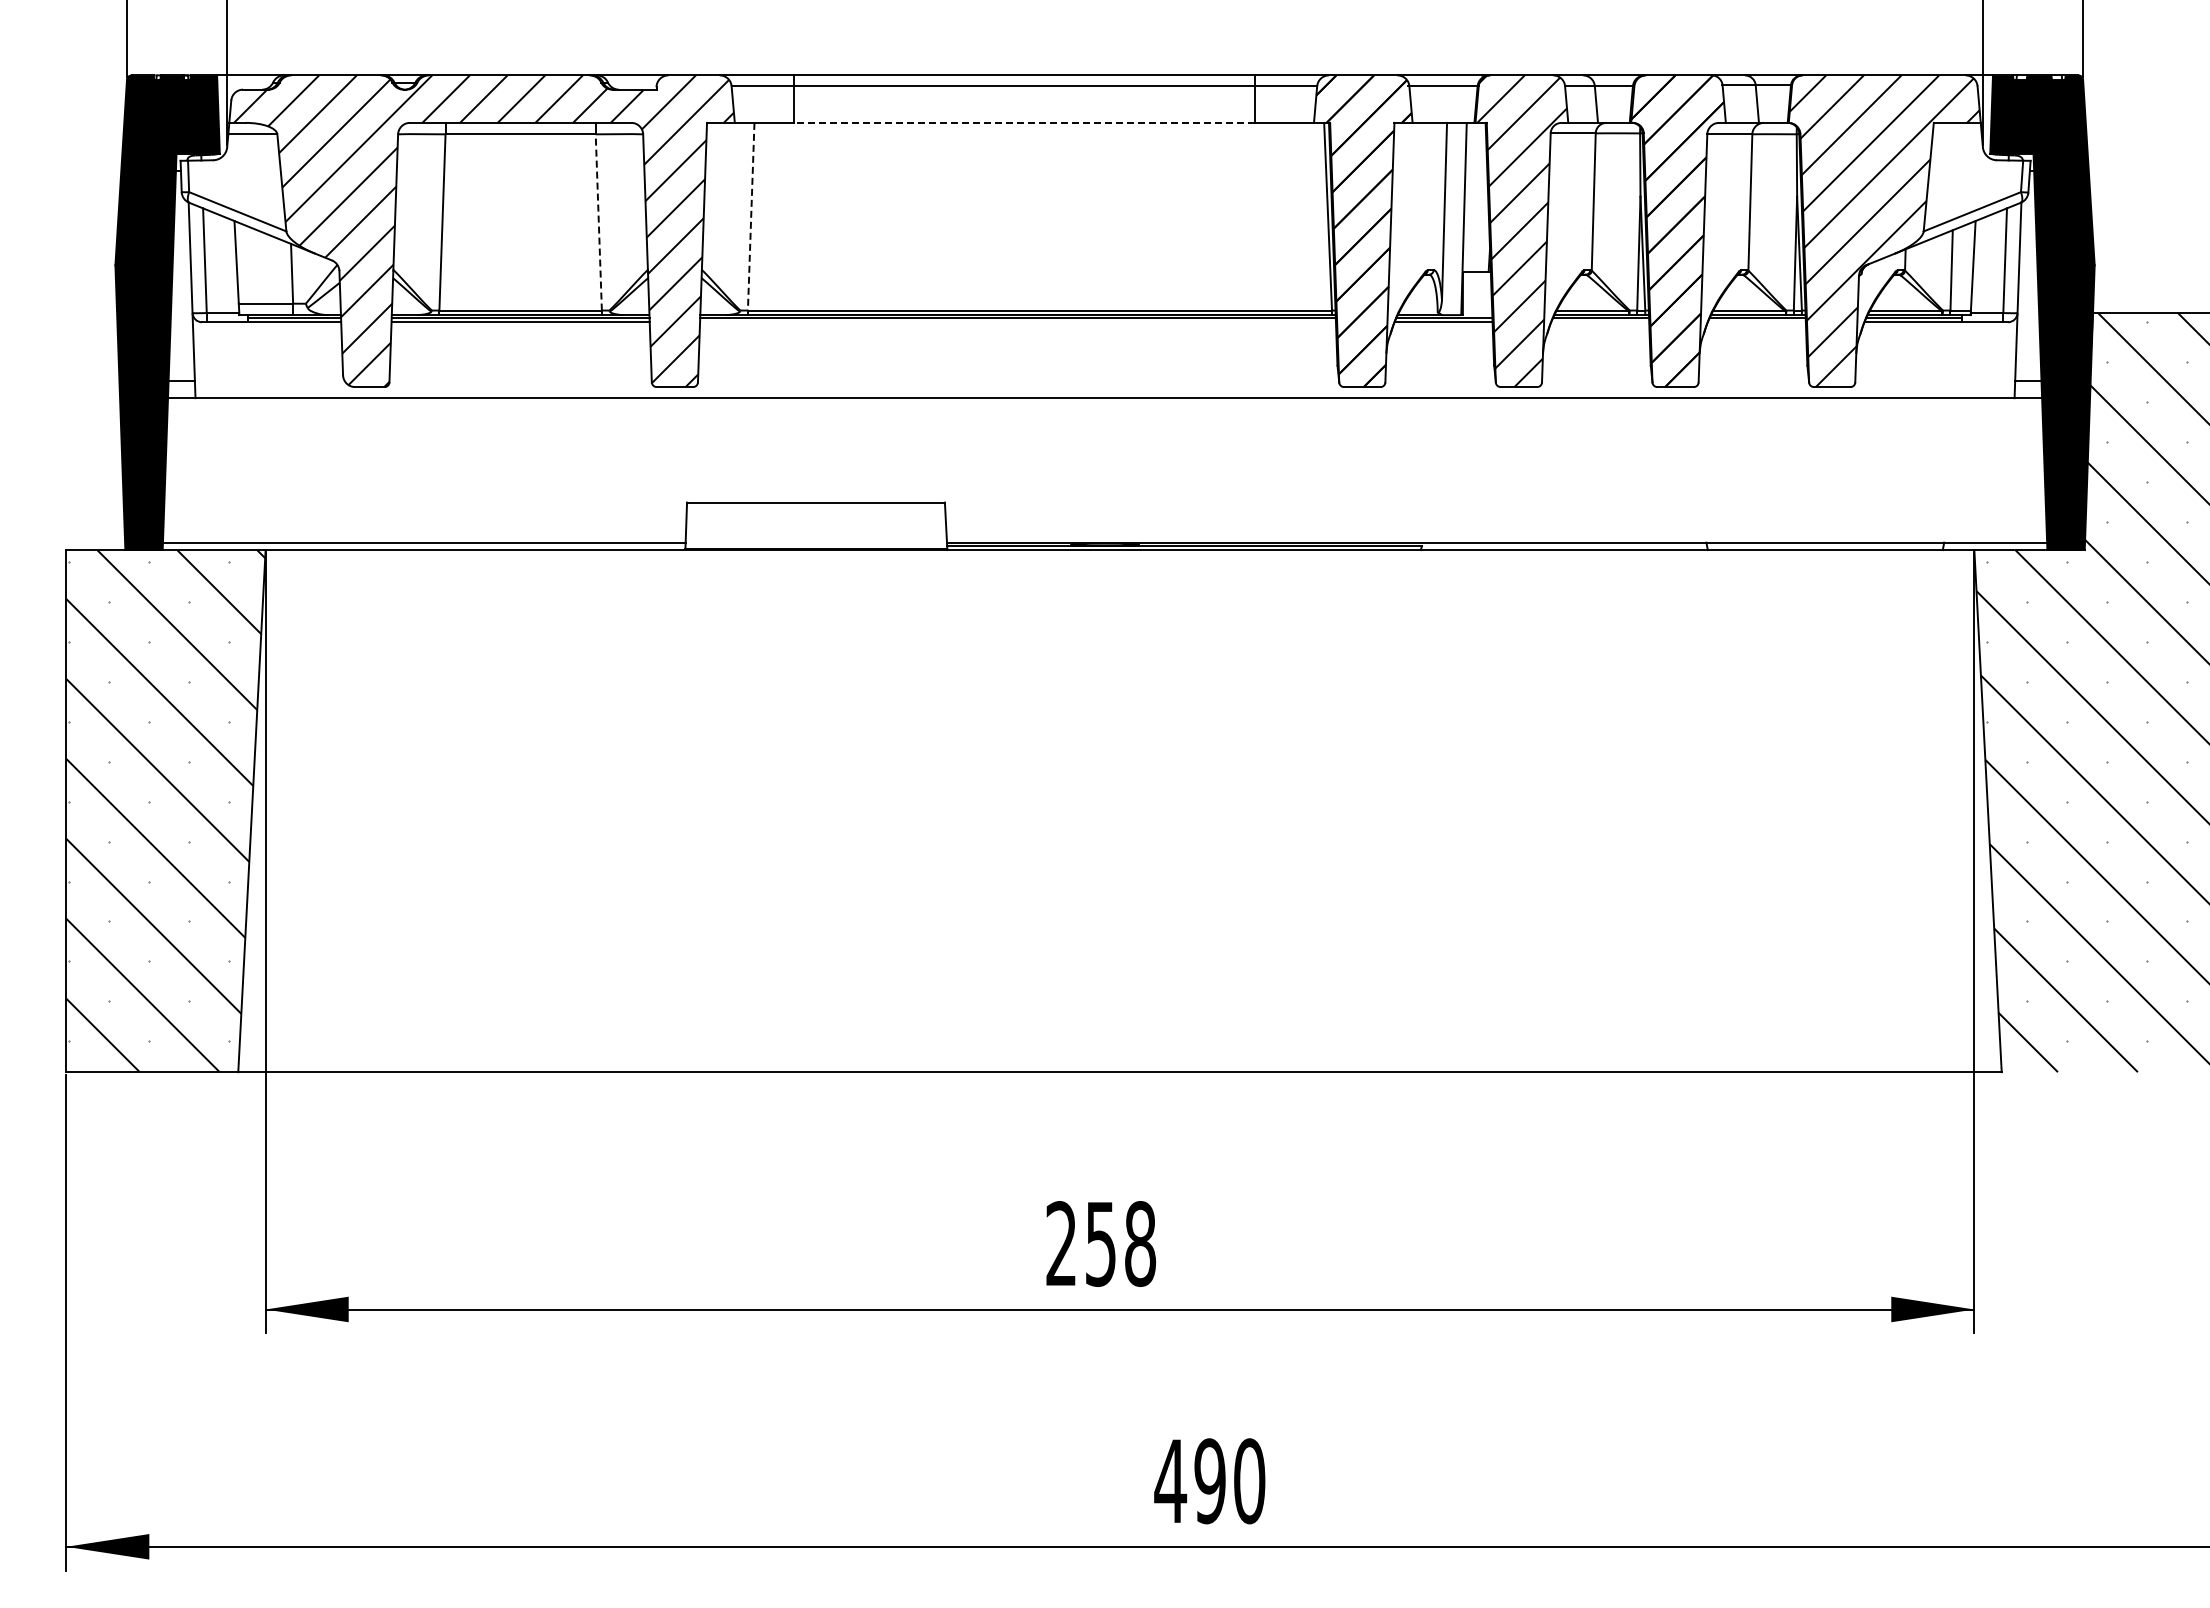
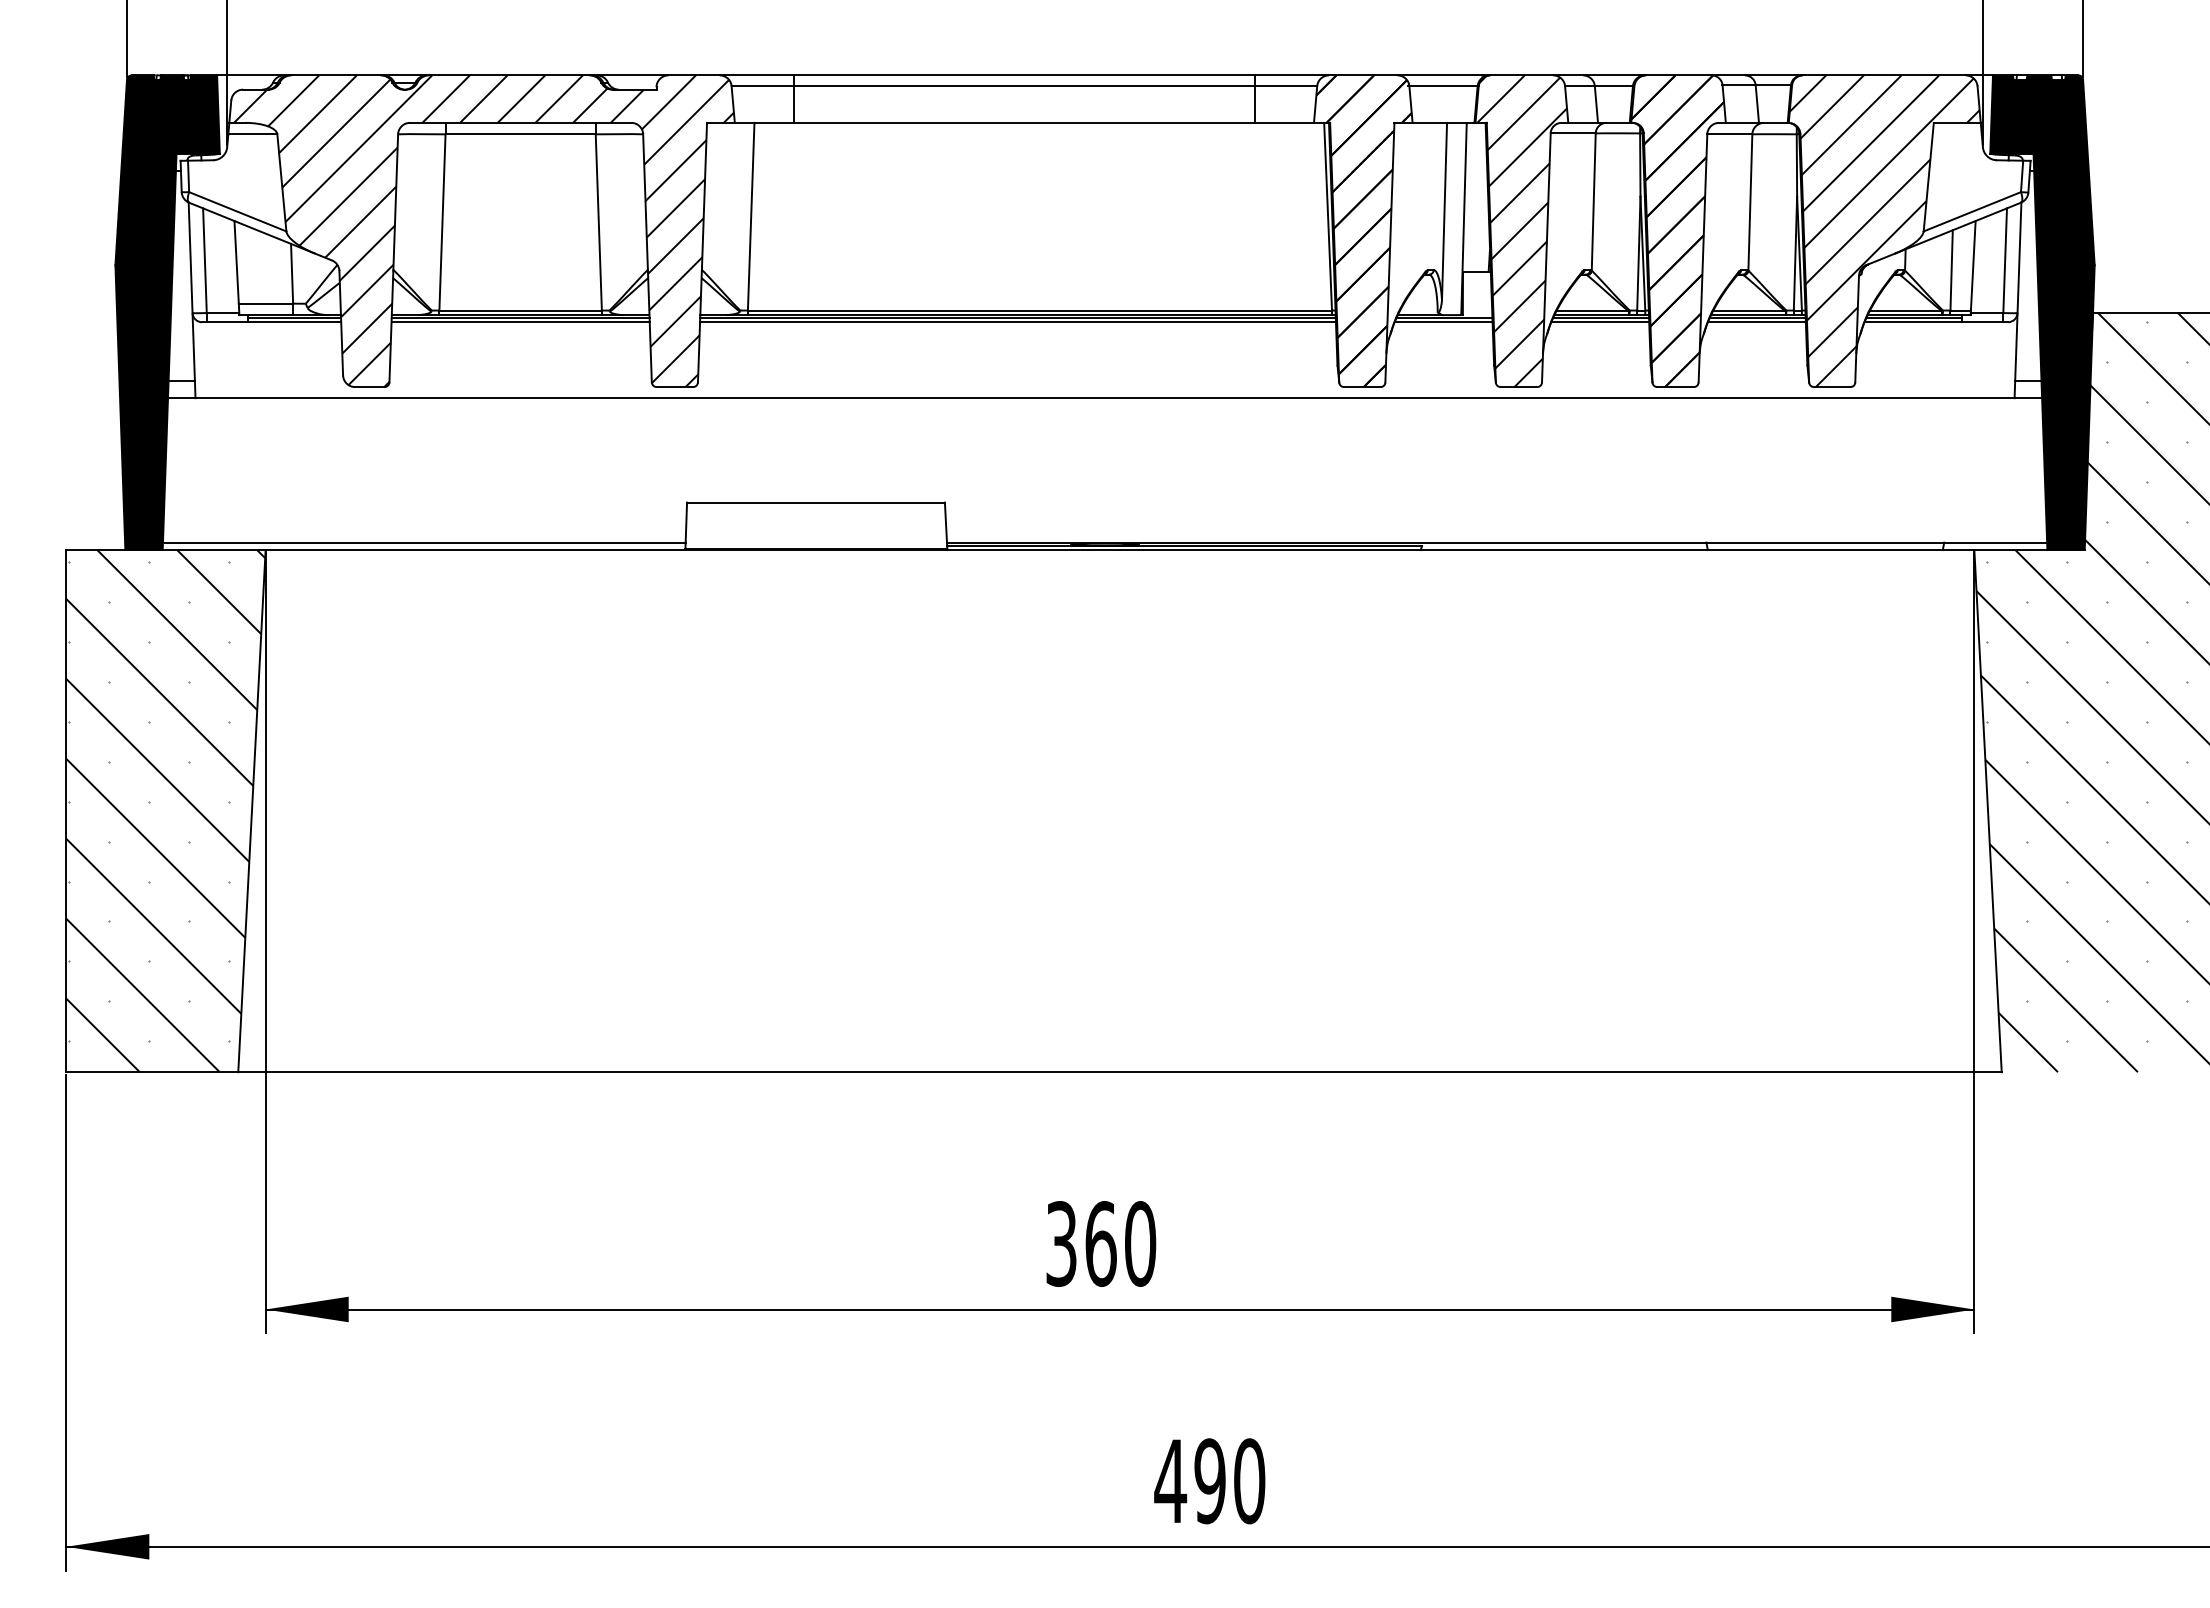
line at (1023, 122): dashed -> solid
line at (751, 216): dashed -> solid
line at (598, 221): dashed -> solid
line at (1017, 322): none -> present
line at (1600, 322): none -> present
line at (1756, 322): none -> present
text at (1101, 1243): 258 -> 360
